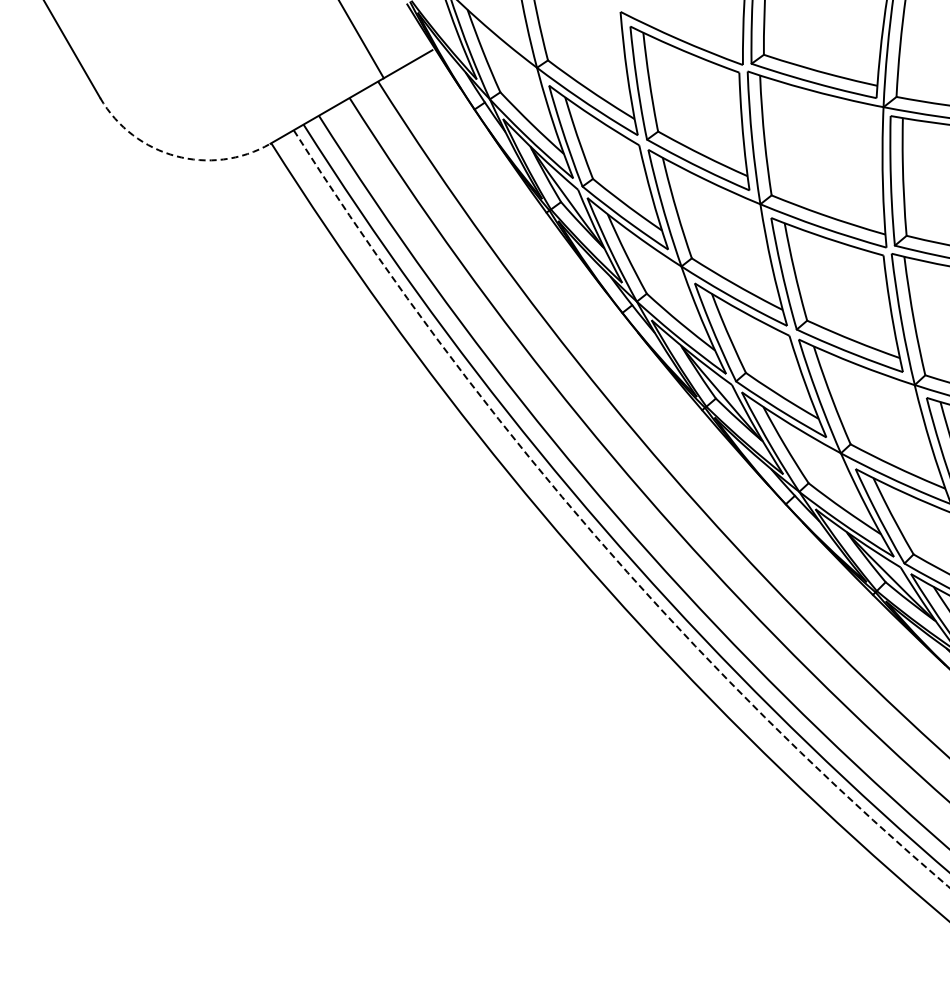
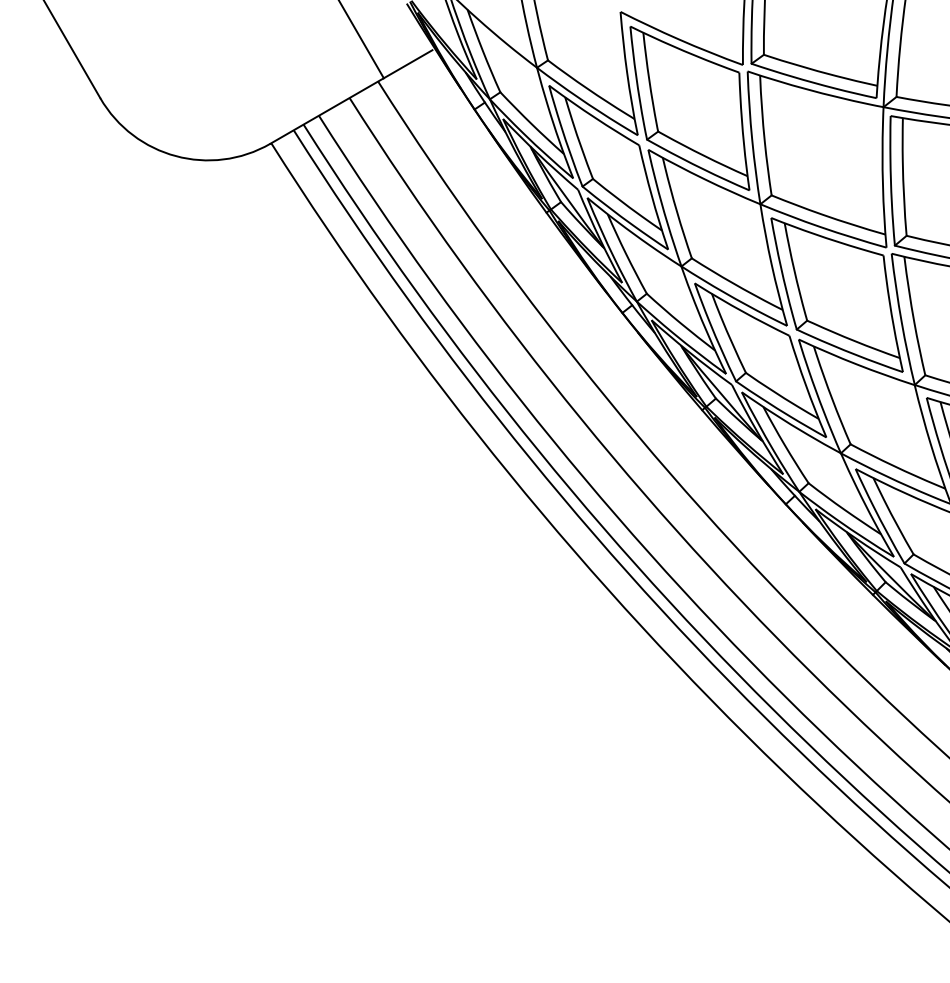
arc at (175, 156): dashed -> solid
arc at (593, 534): dashed -> solid
